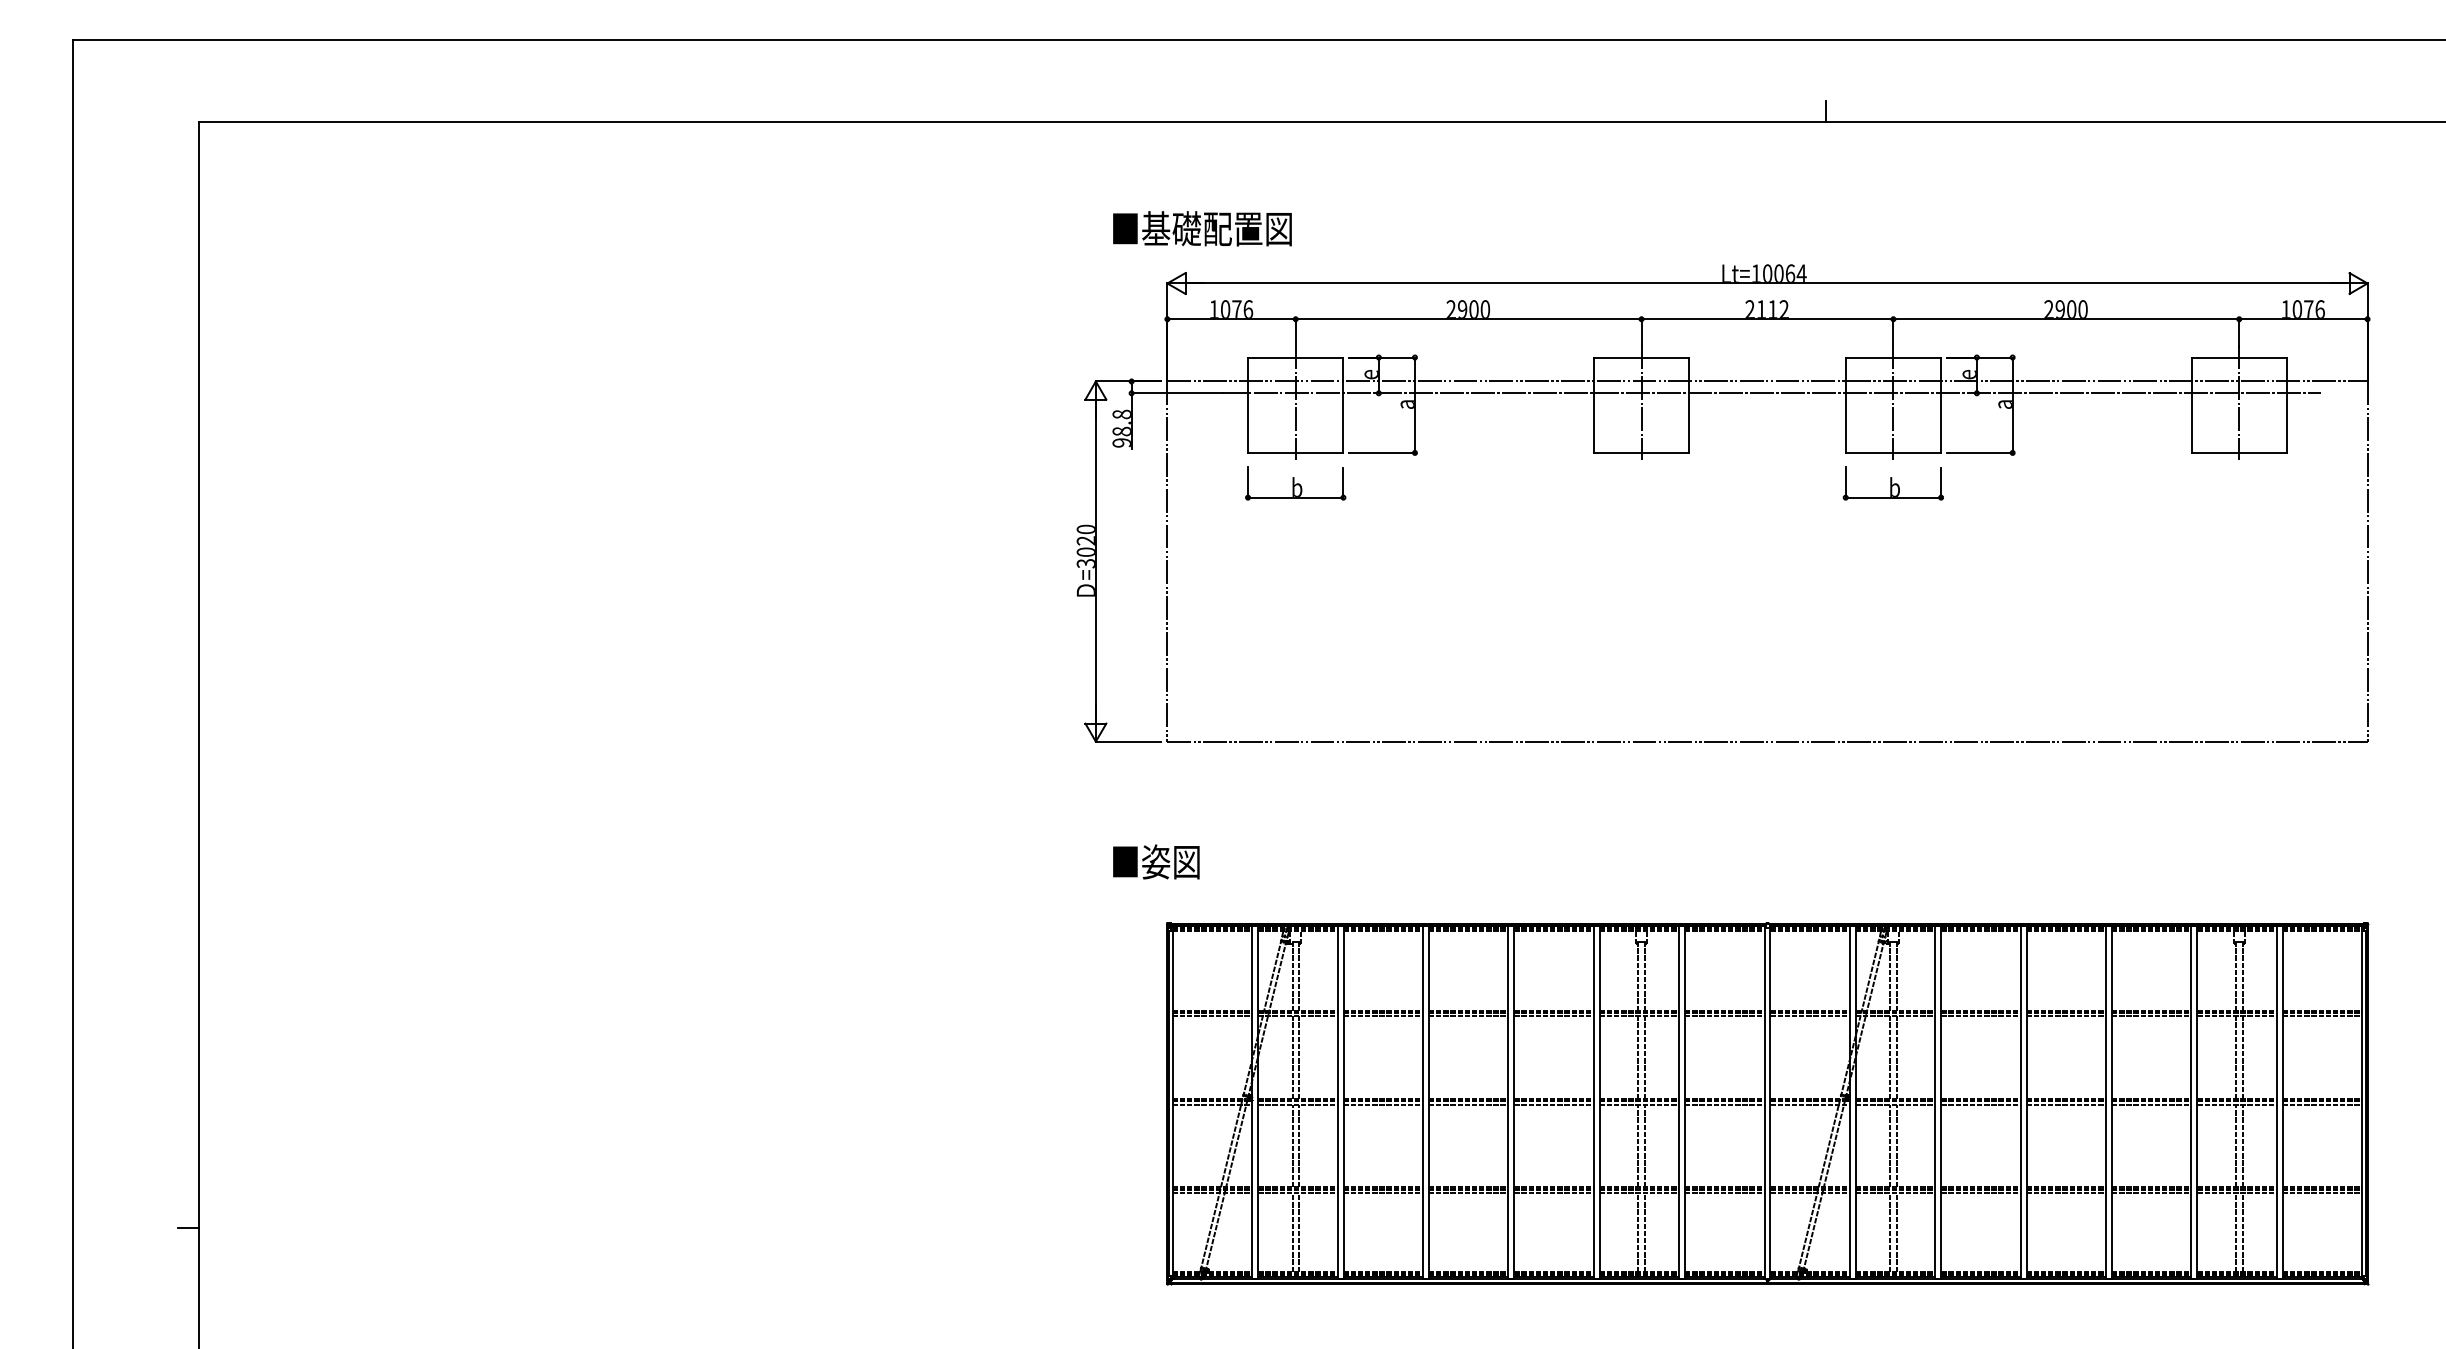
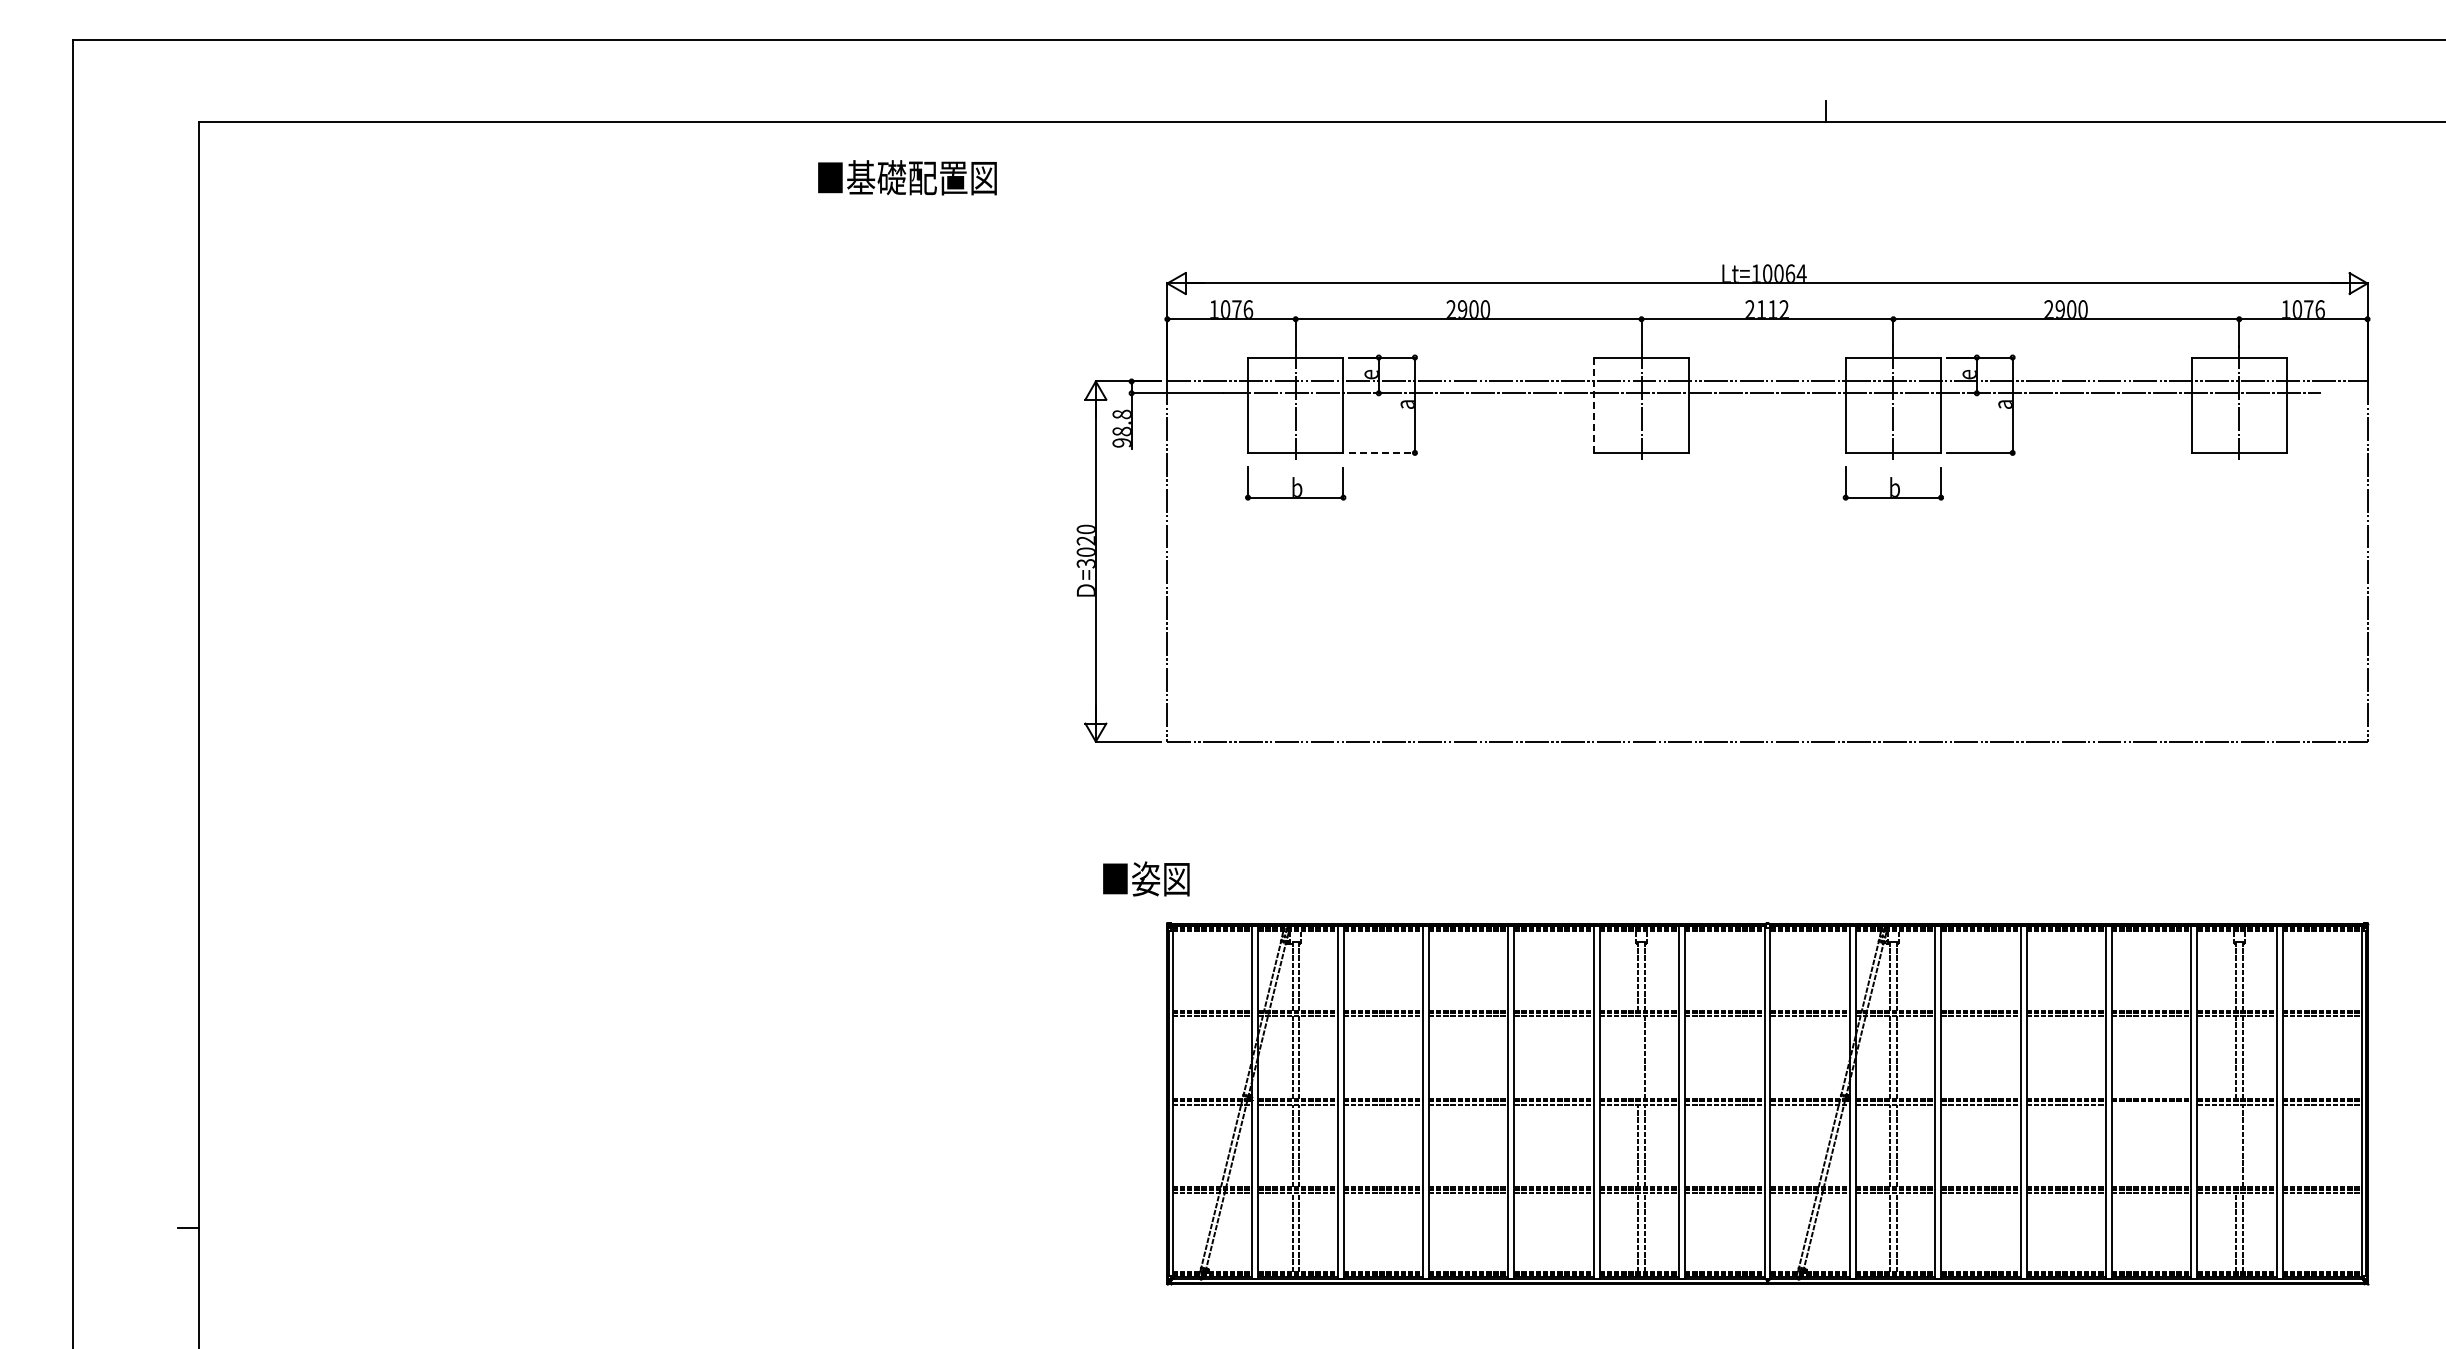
text at (1202, 228) position: (1202, 228) -> (907, 177)
line at (1593, 405): solid -> dashed
line at (1382, 452): solid -> dashed
text at (1156, 861) position: (1156, 861) -> (1146, 878)
line at (1638, 1057): present -> none
line at (2151, 1105): present -> none
line at (2236, 1146): present -> none
